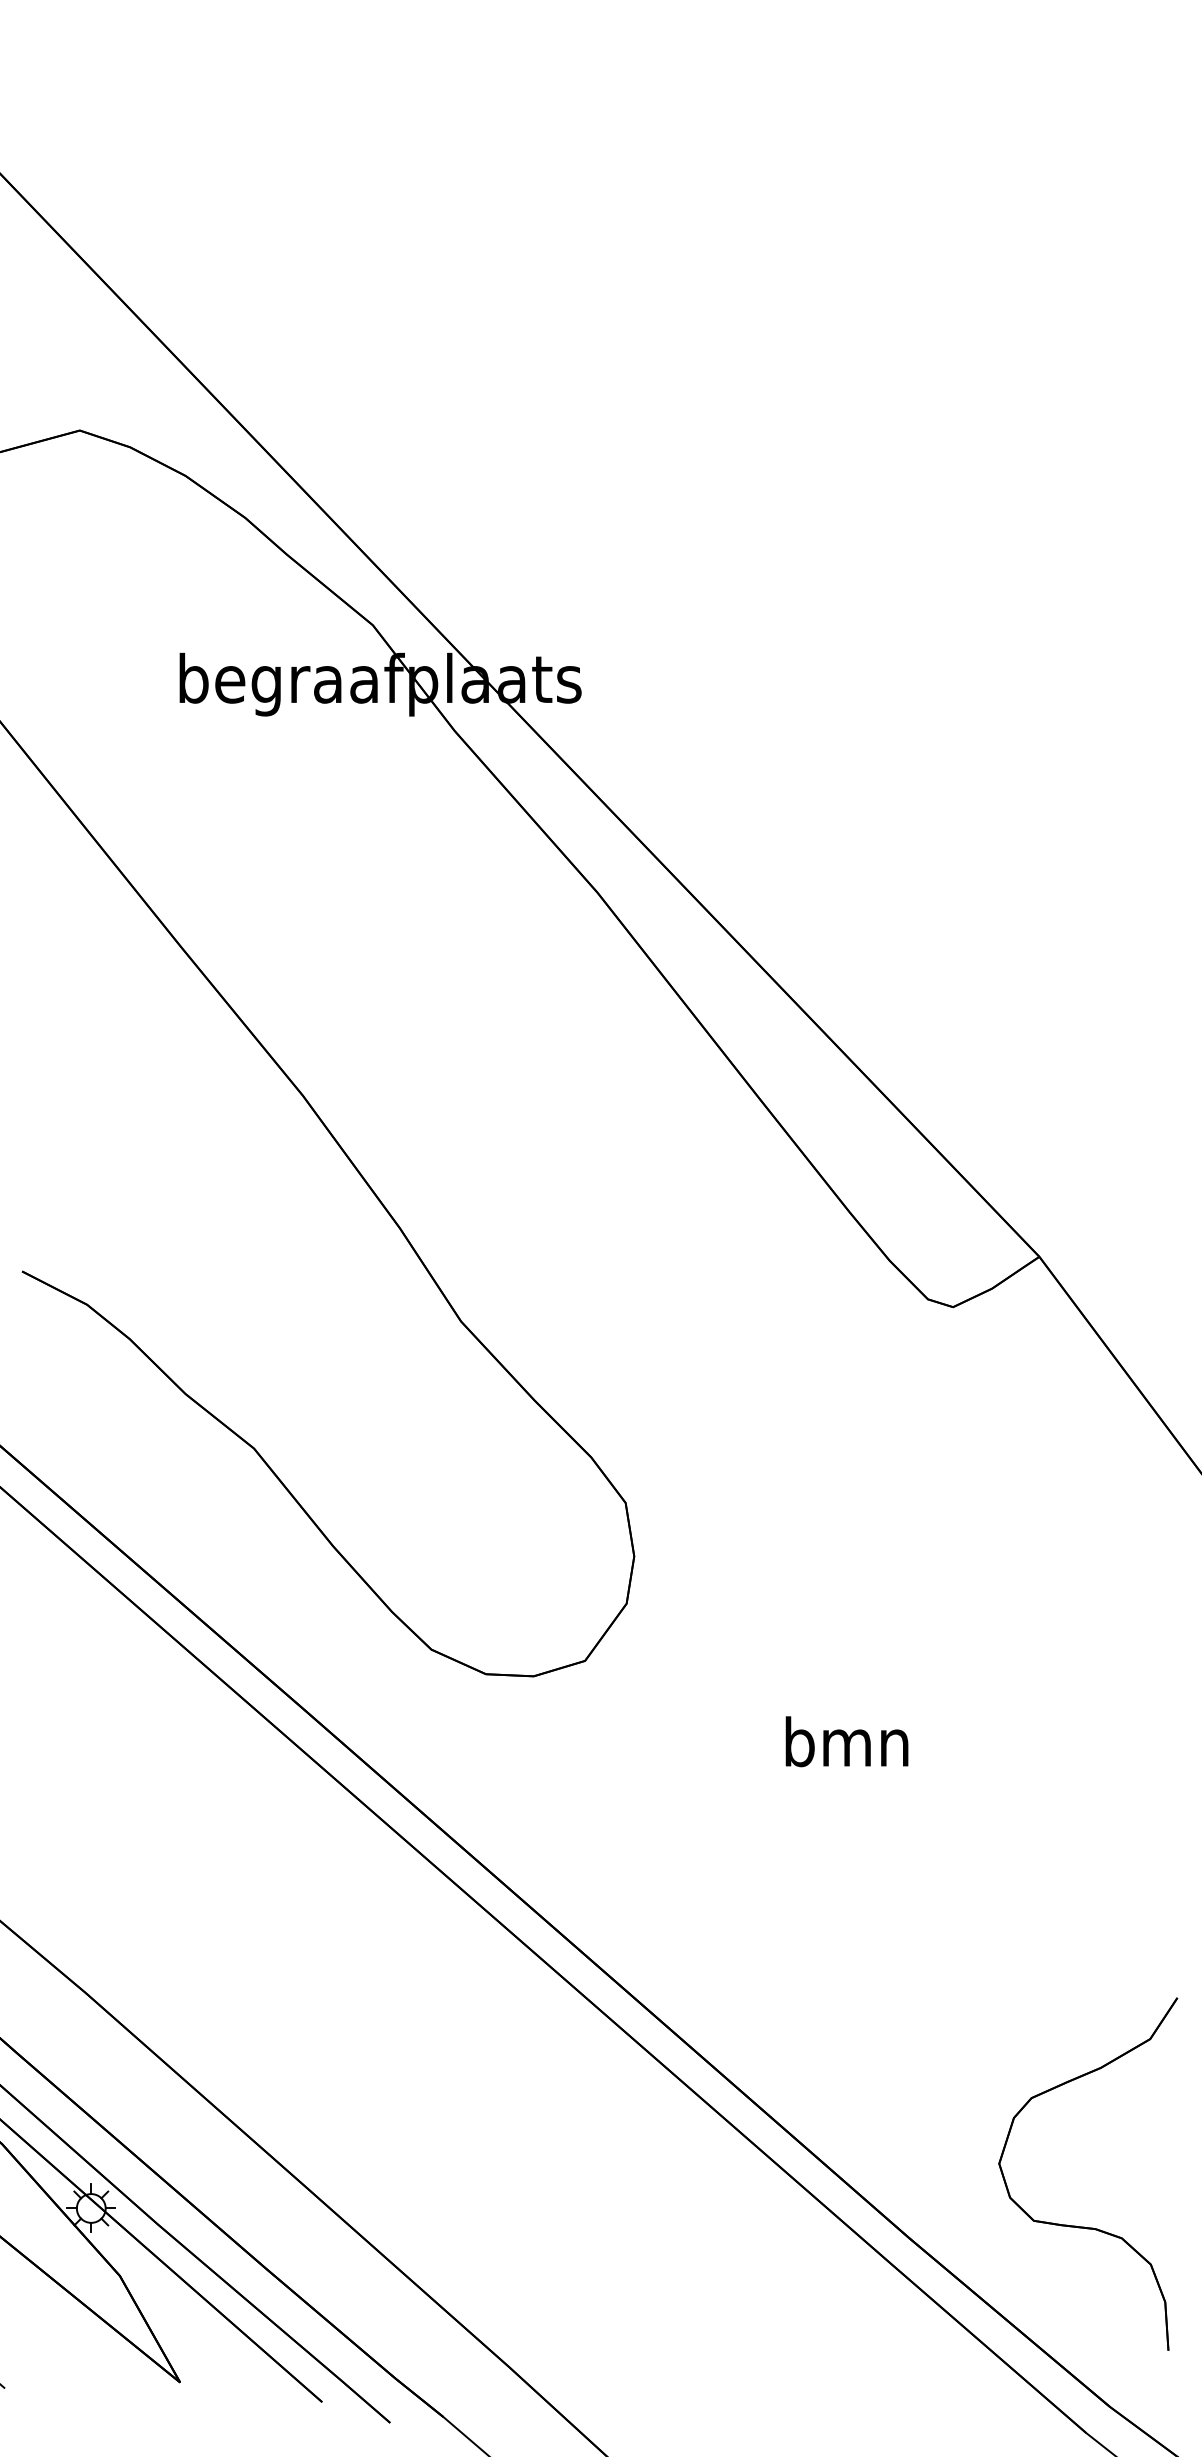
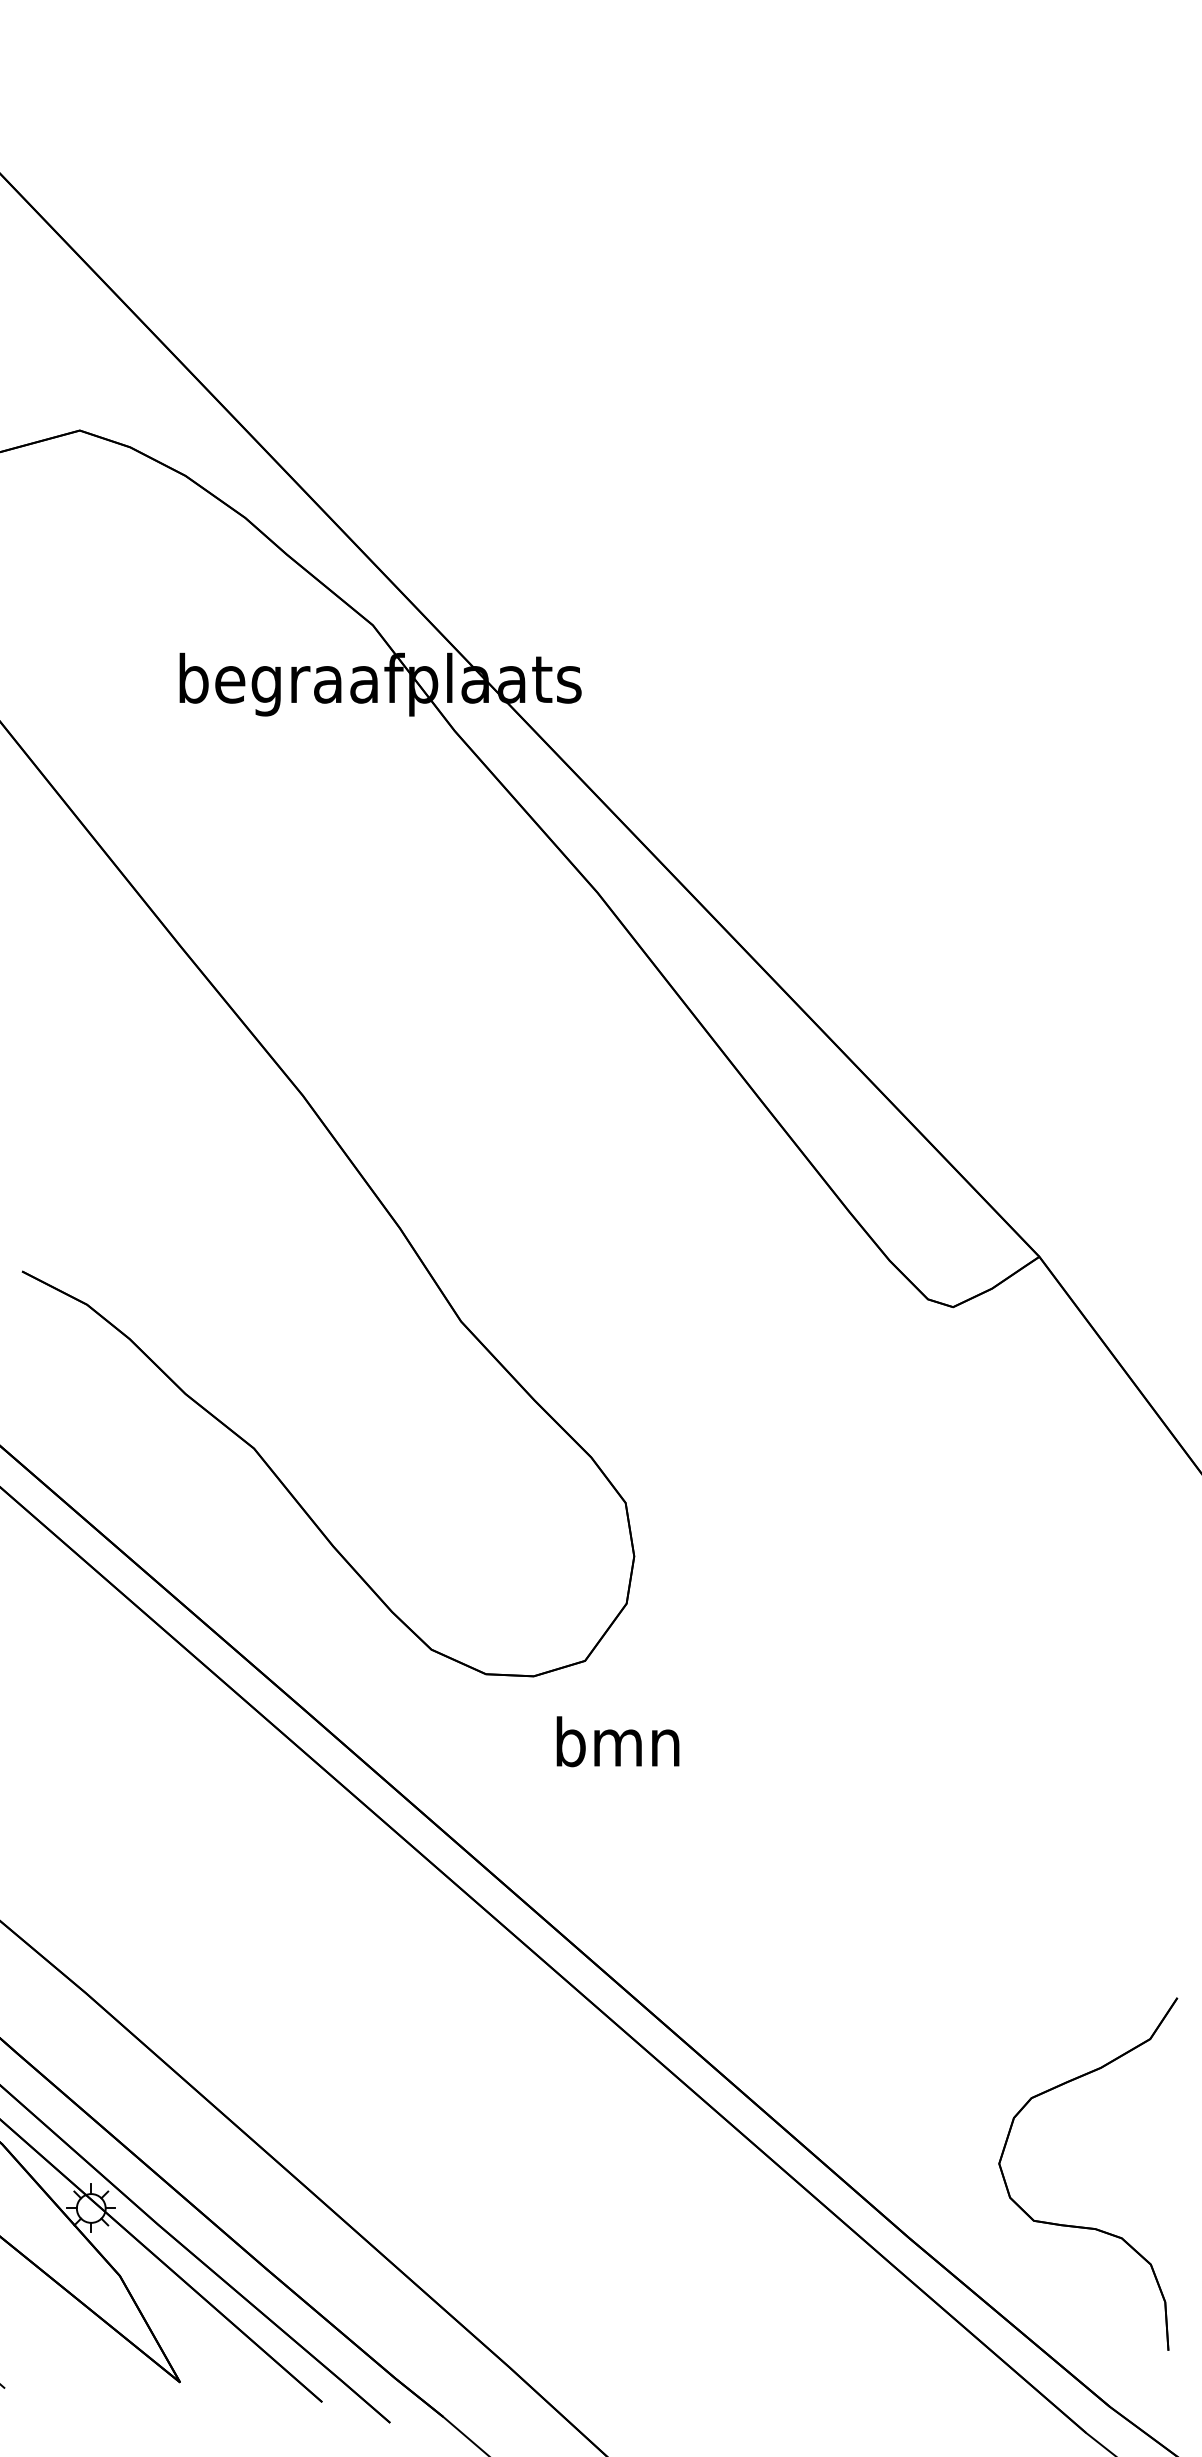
text at (846, 1741) position: (846, 1741) -> (617, 1741)
